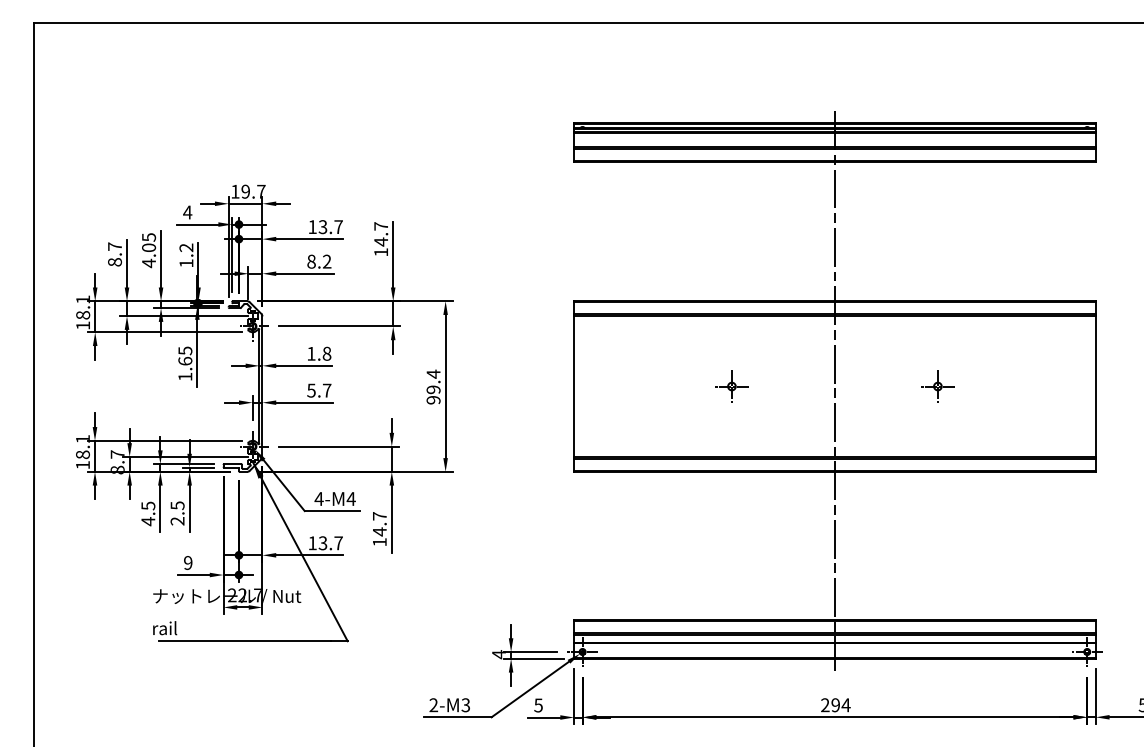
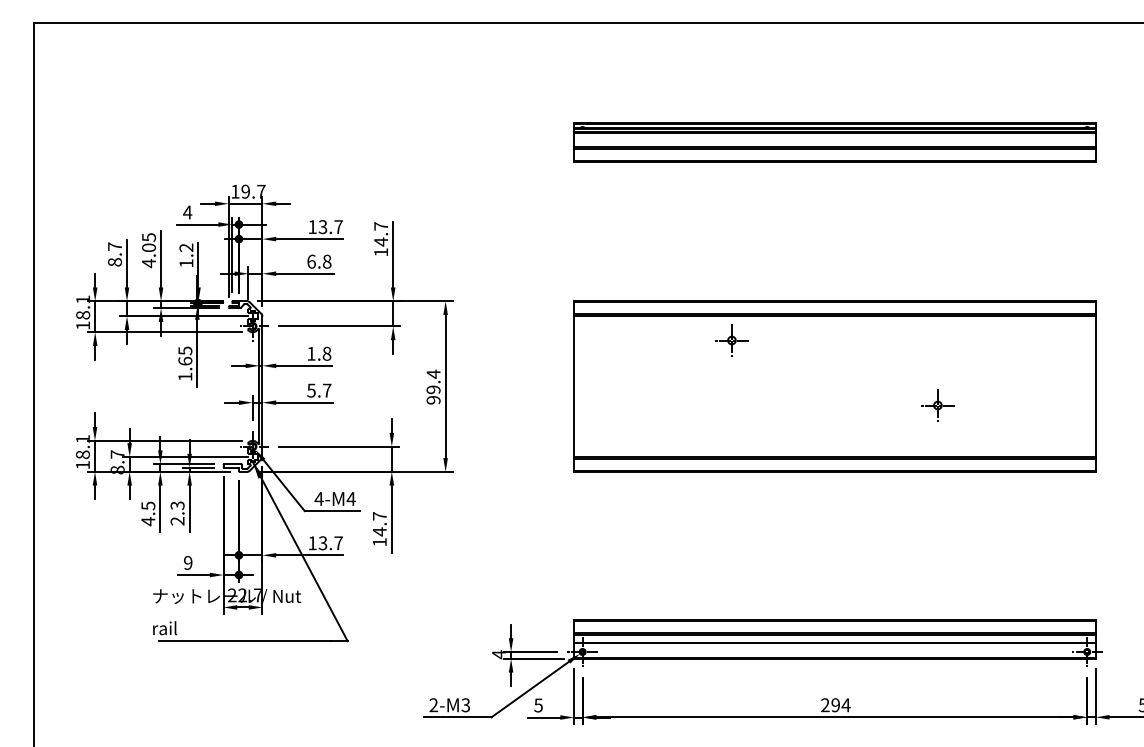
text at (319, 261): 8.2 -> 6.8
part at (731, 386) position: (731, 386) -> (731, 340)
part at (937, 386) position: (937, 386) -> (937, 405)
line at (834, 390): present -> none
text at (176, 505): 2.5 -> 2.3
